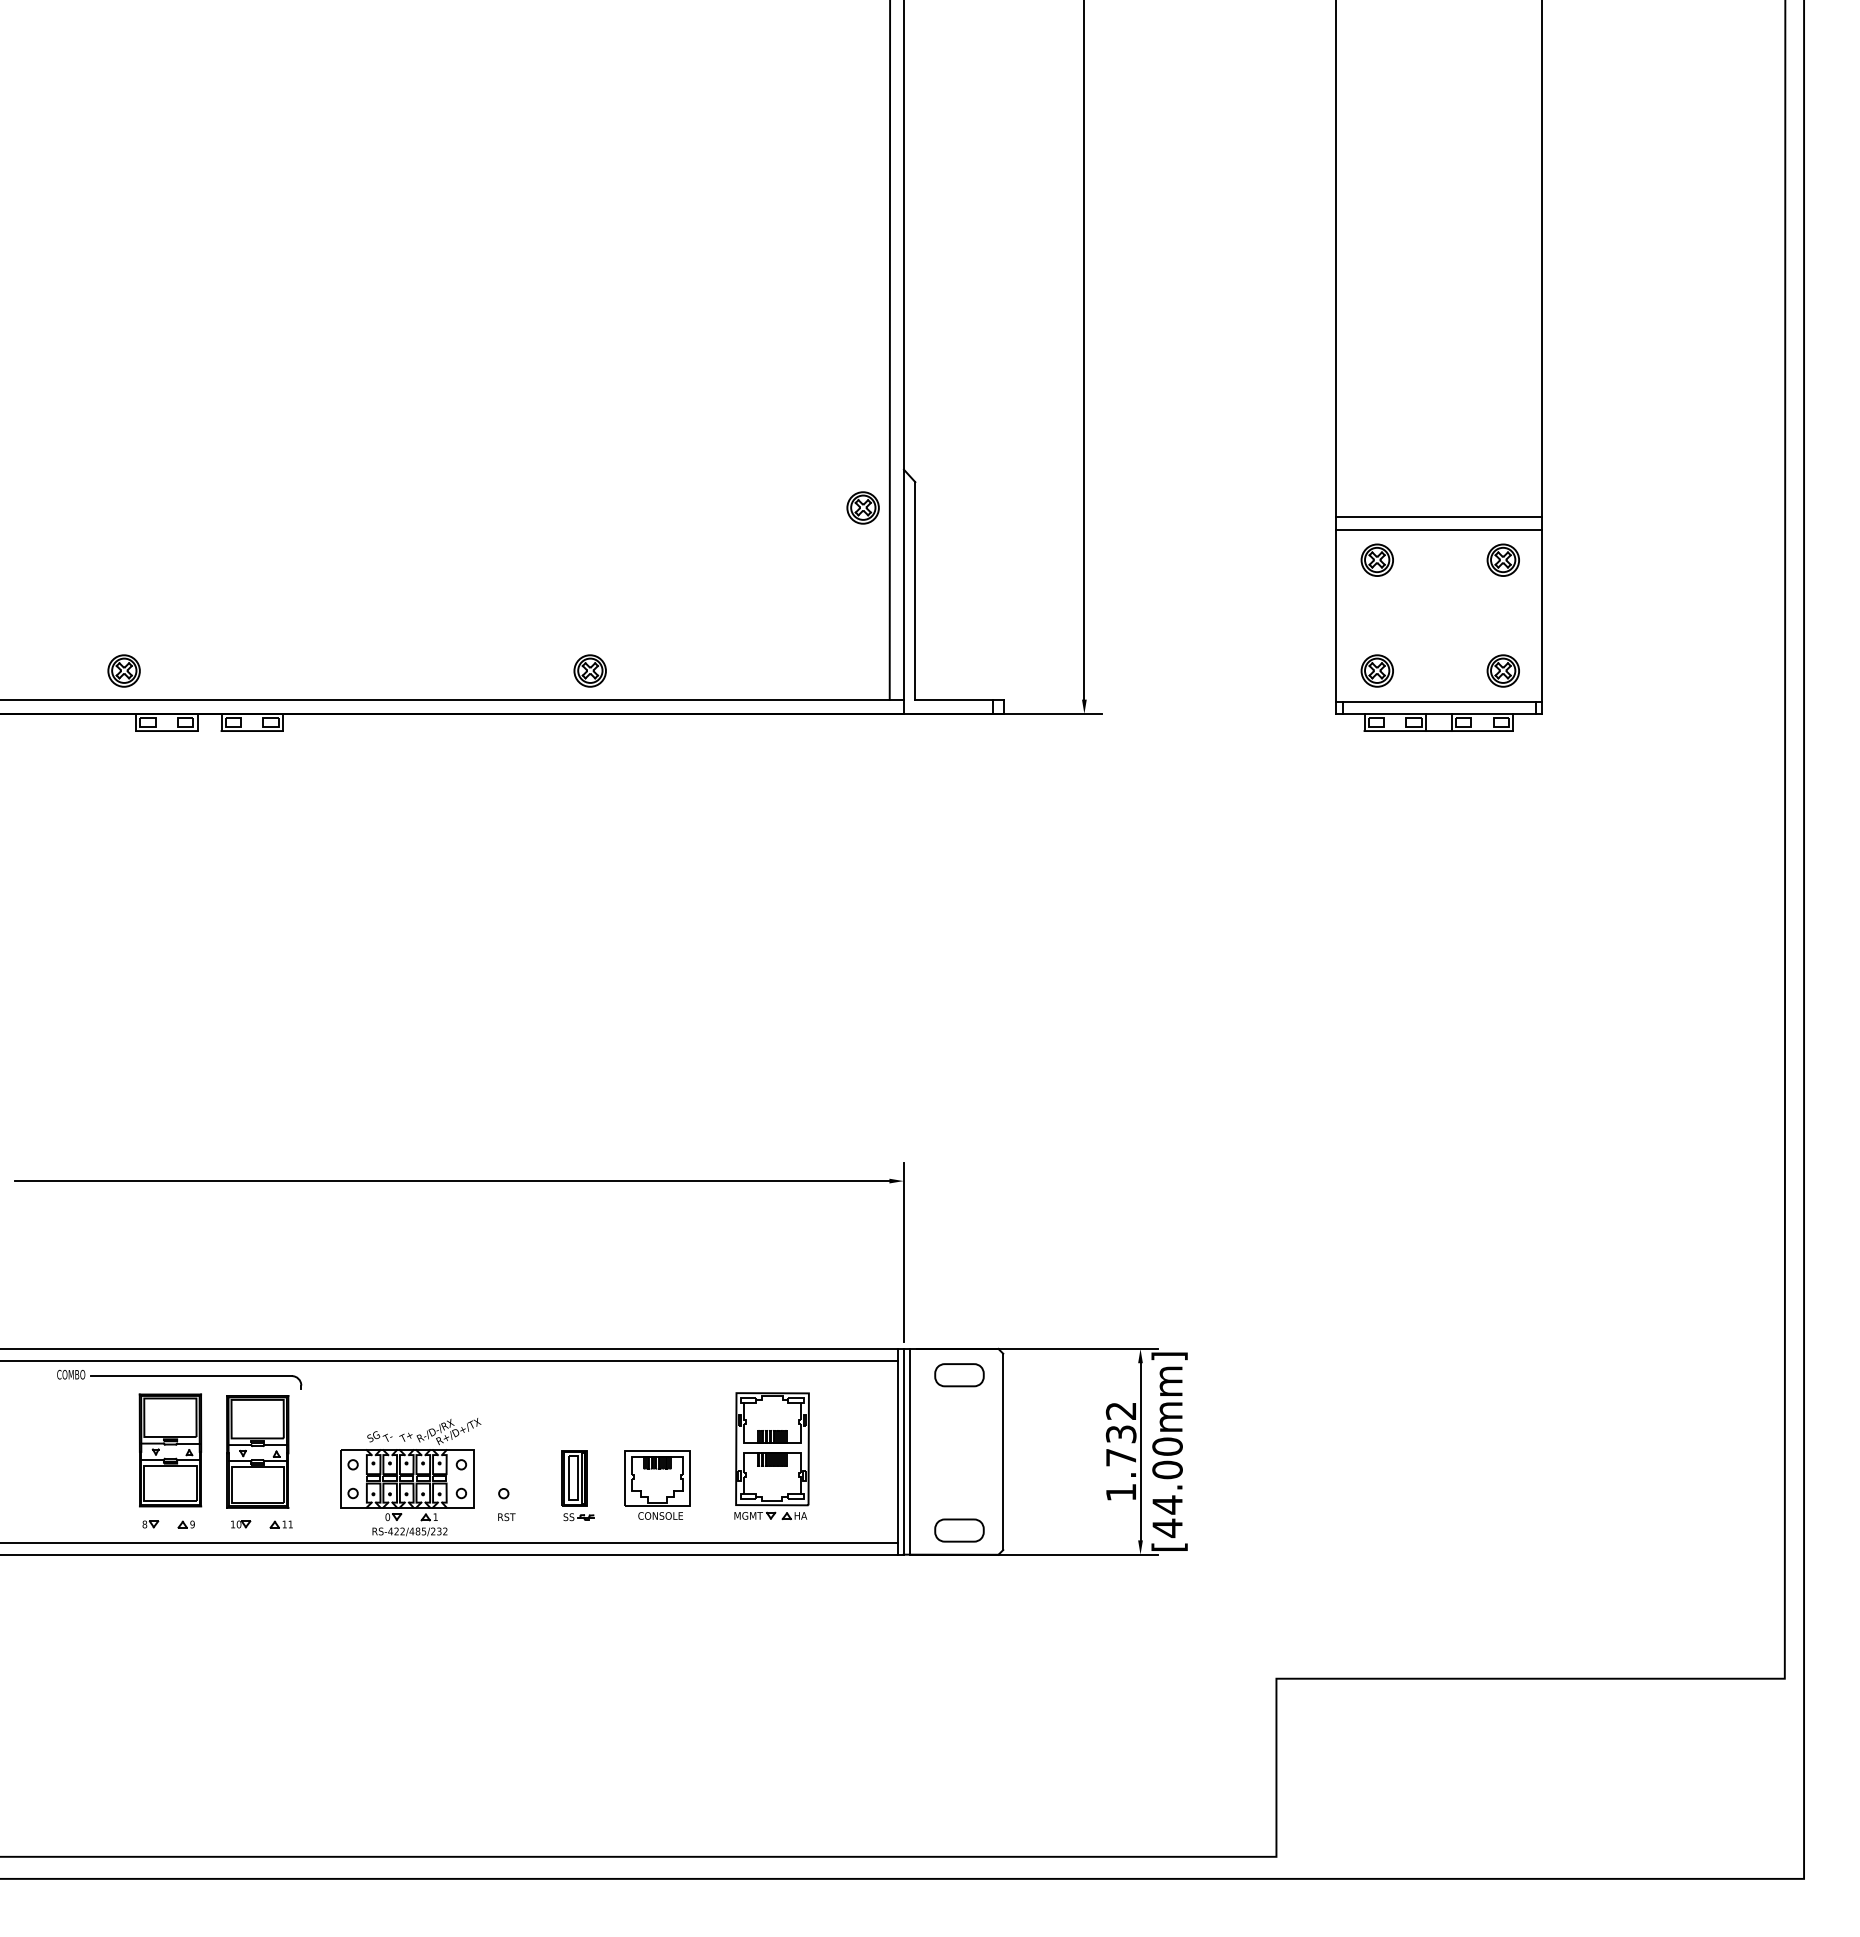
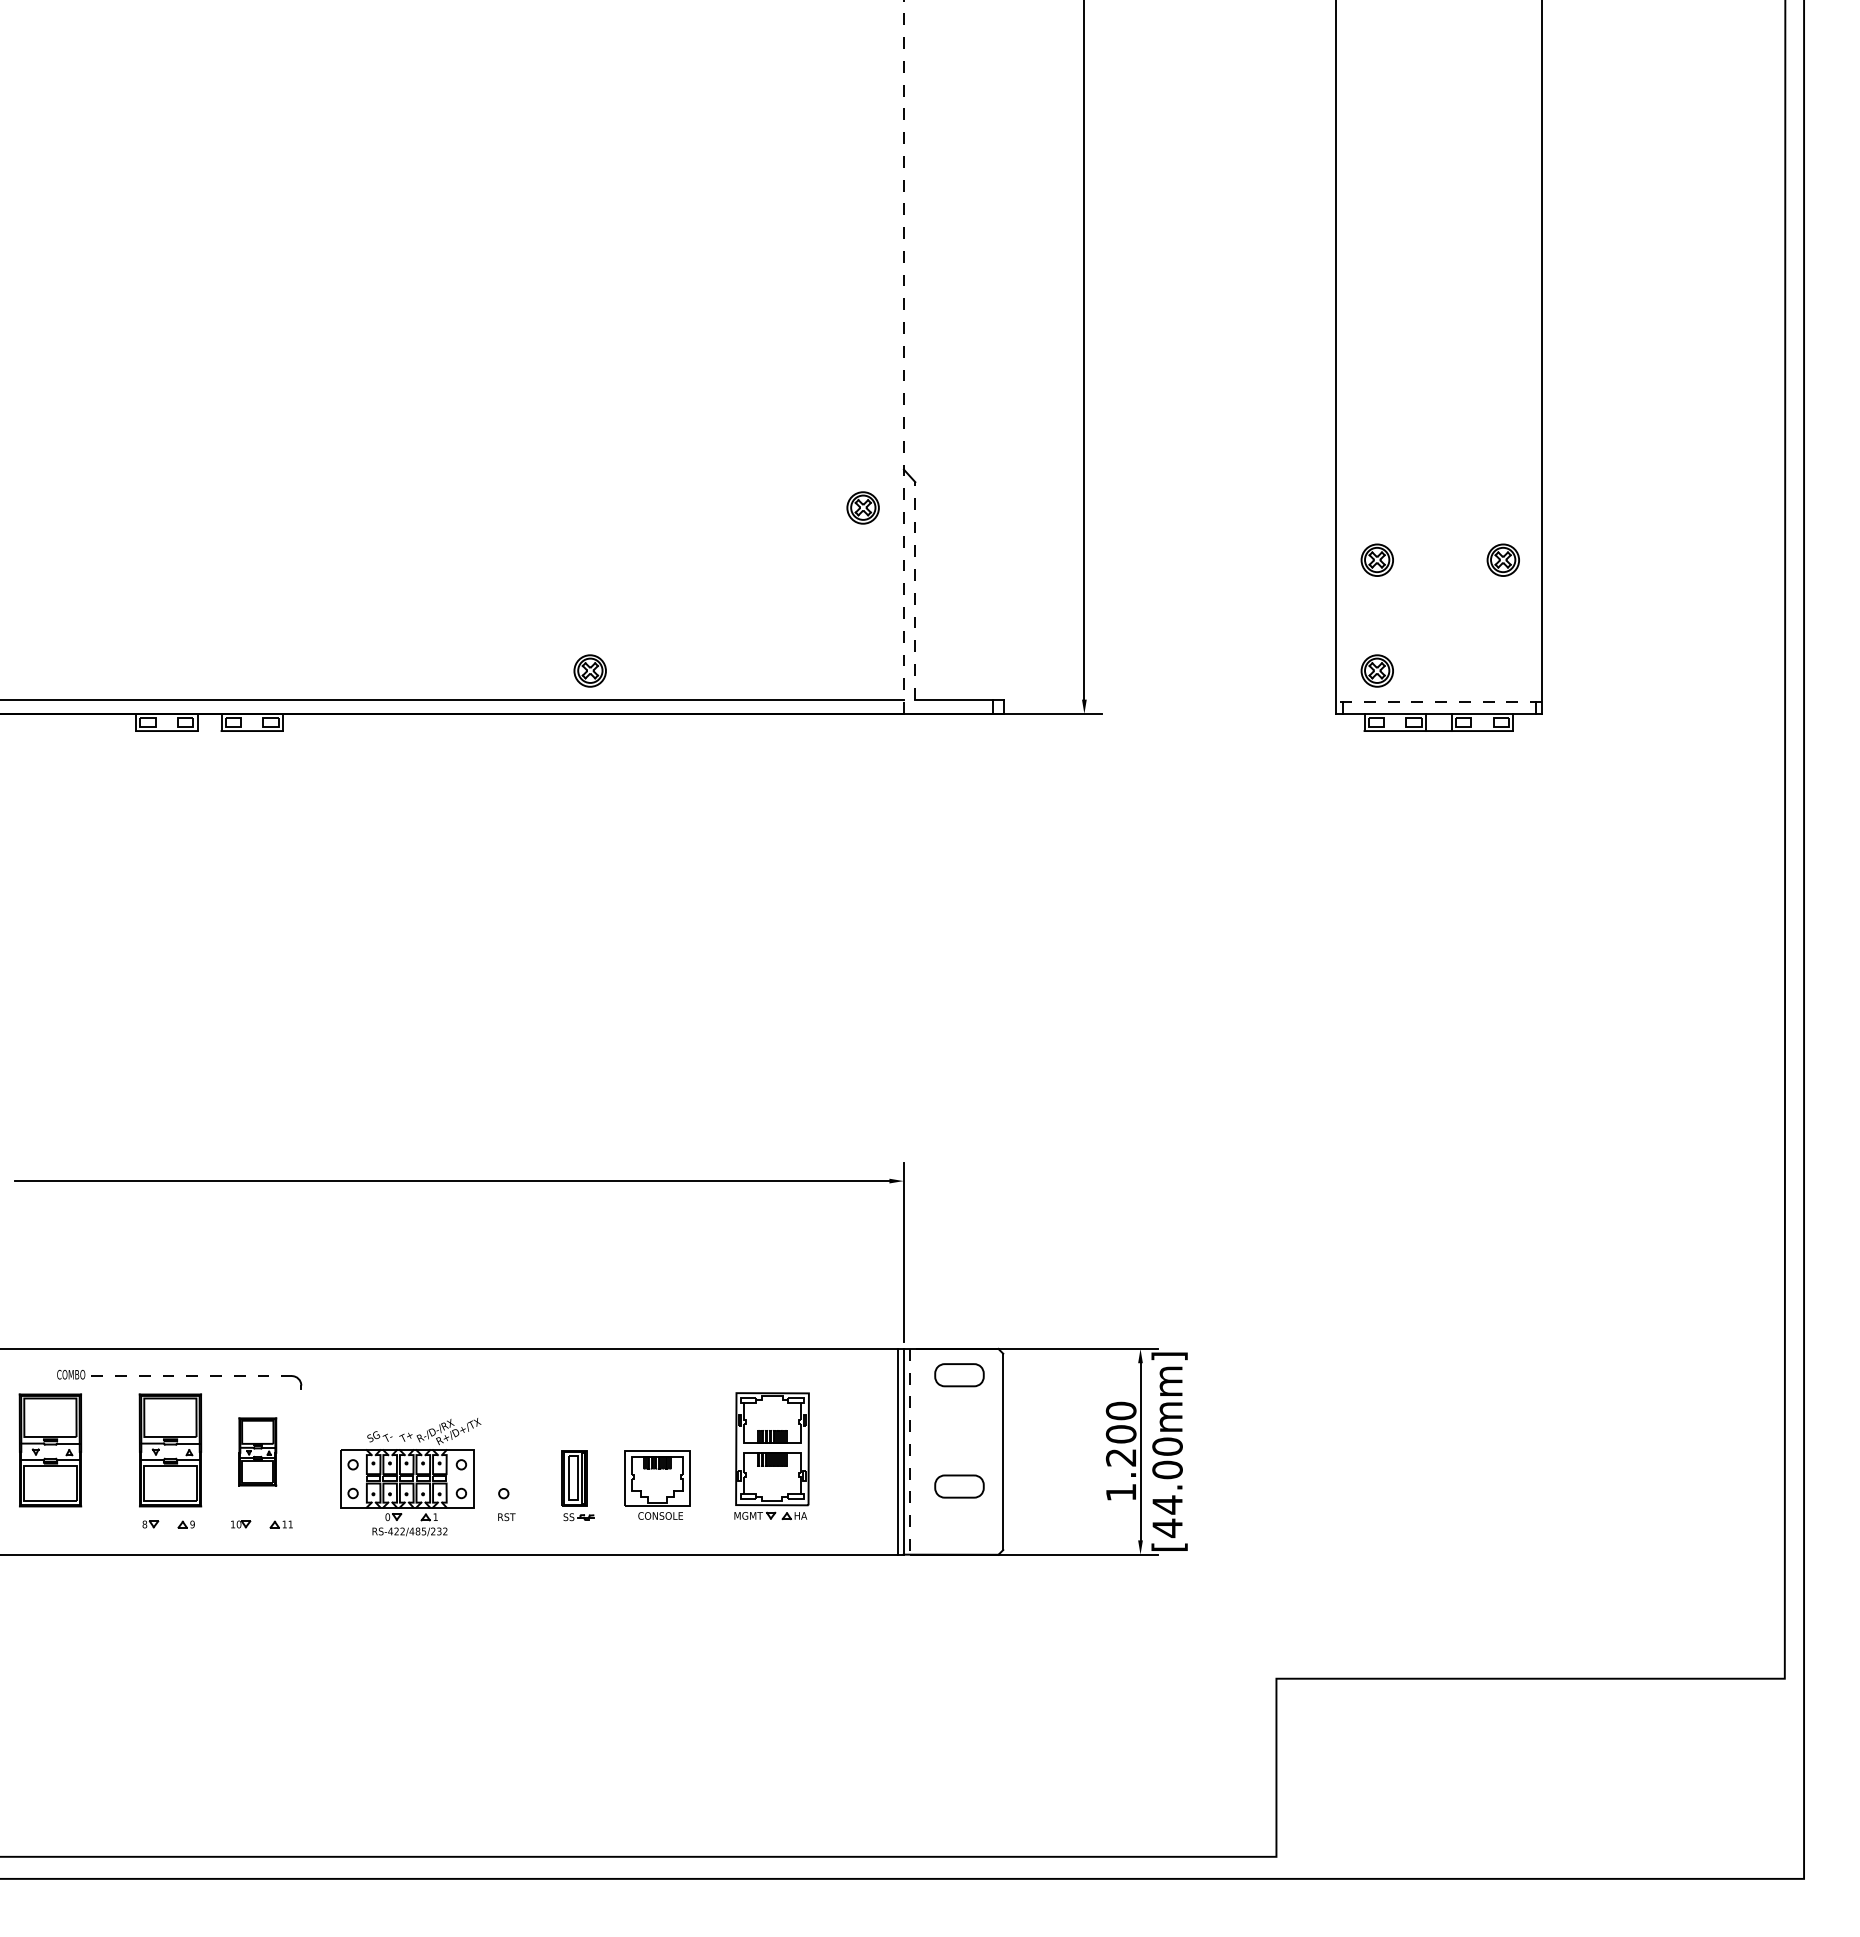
line at (889, 350): present -> none
line at (903, 356): solid -> dashed
line at (1439, 517): present -> none
line at (1439, 530): present -> none
line at (915, 590): solid -> dashed
part at (123, 670): present -> none
part at (1502, 670): present -> none
line at (1439, 702): solid -> dashed
line at (449, 1360): present -> none
line at (192, 1376): solid -> dashed
text at (1120, 1433): 1.732 -> 1.200
part at (50, 1450): none -> present
part at (257, 1451) size: 64x114 px -> 40x70 px
line at (909, 1451): solid -> dashed
part at (959, 1530) position: (959, 1530) -> (959, 1486)
line at (449, 1542): present -> none
